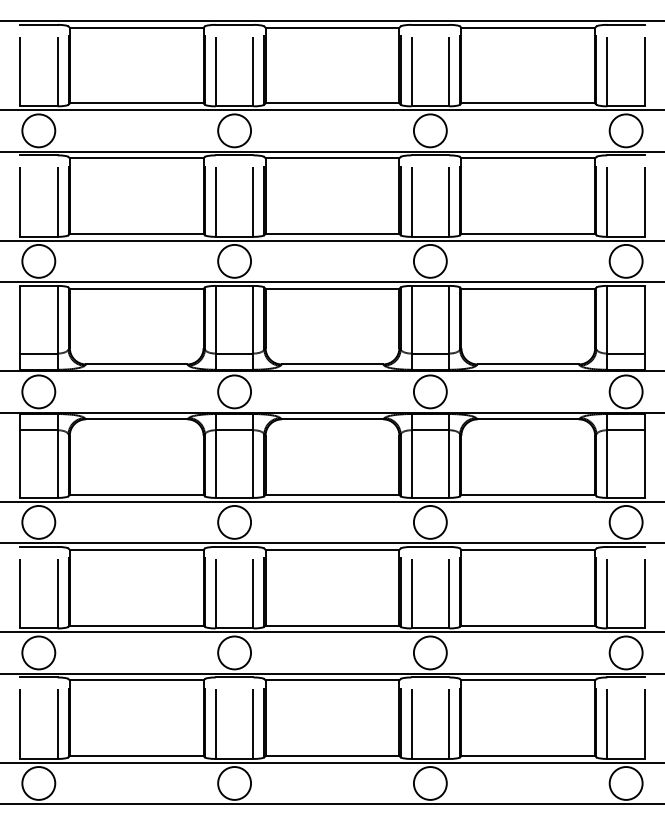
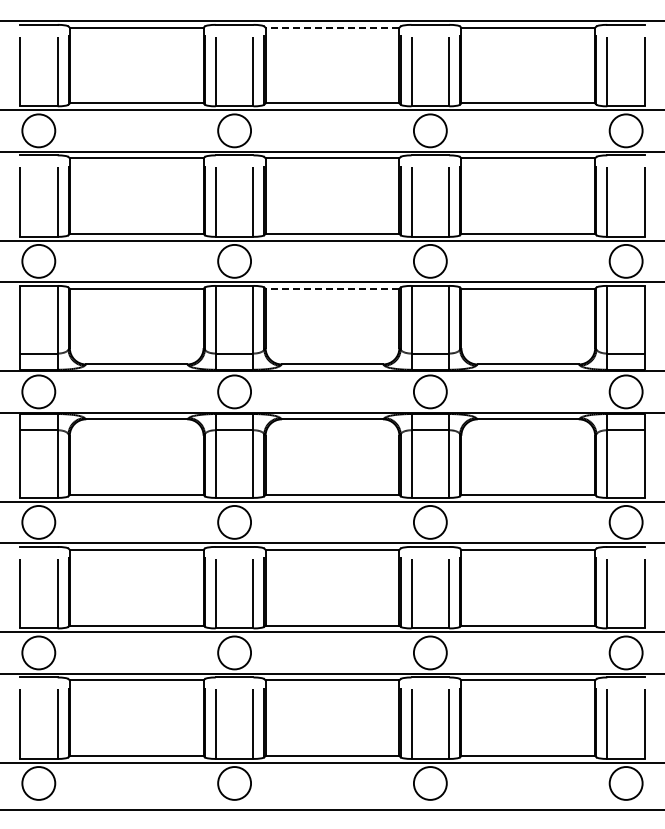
line at (332, 27): solid -> dashed
line at (332, 288): solid -> dashed
line at (331, 804) position: (331, 804) -> (331, 810)
